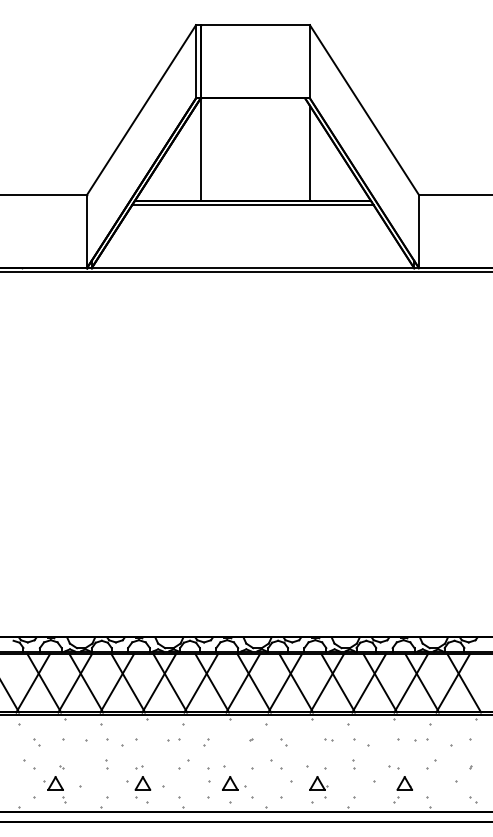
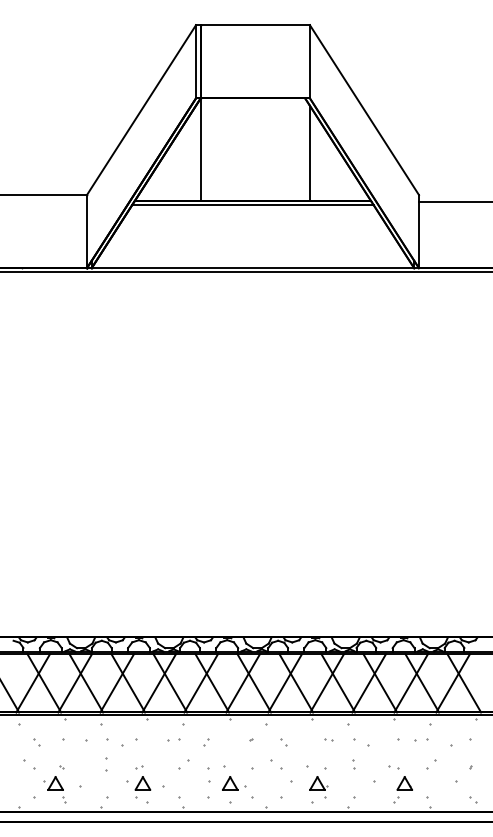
line at (454, 195) position: (454, 195) -> (454, 202)
part at (106, 764) size: 4x11 px -> 3x15 px
